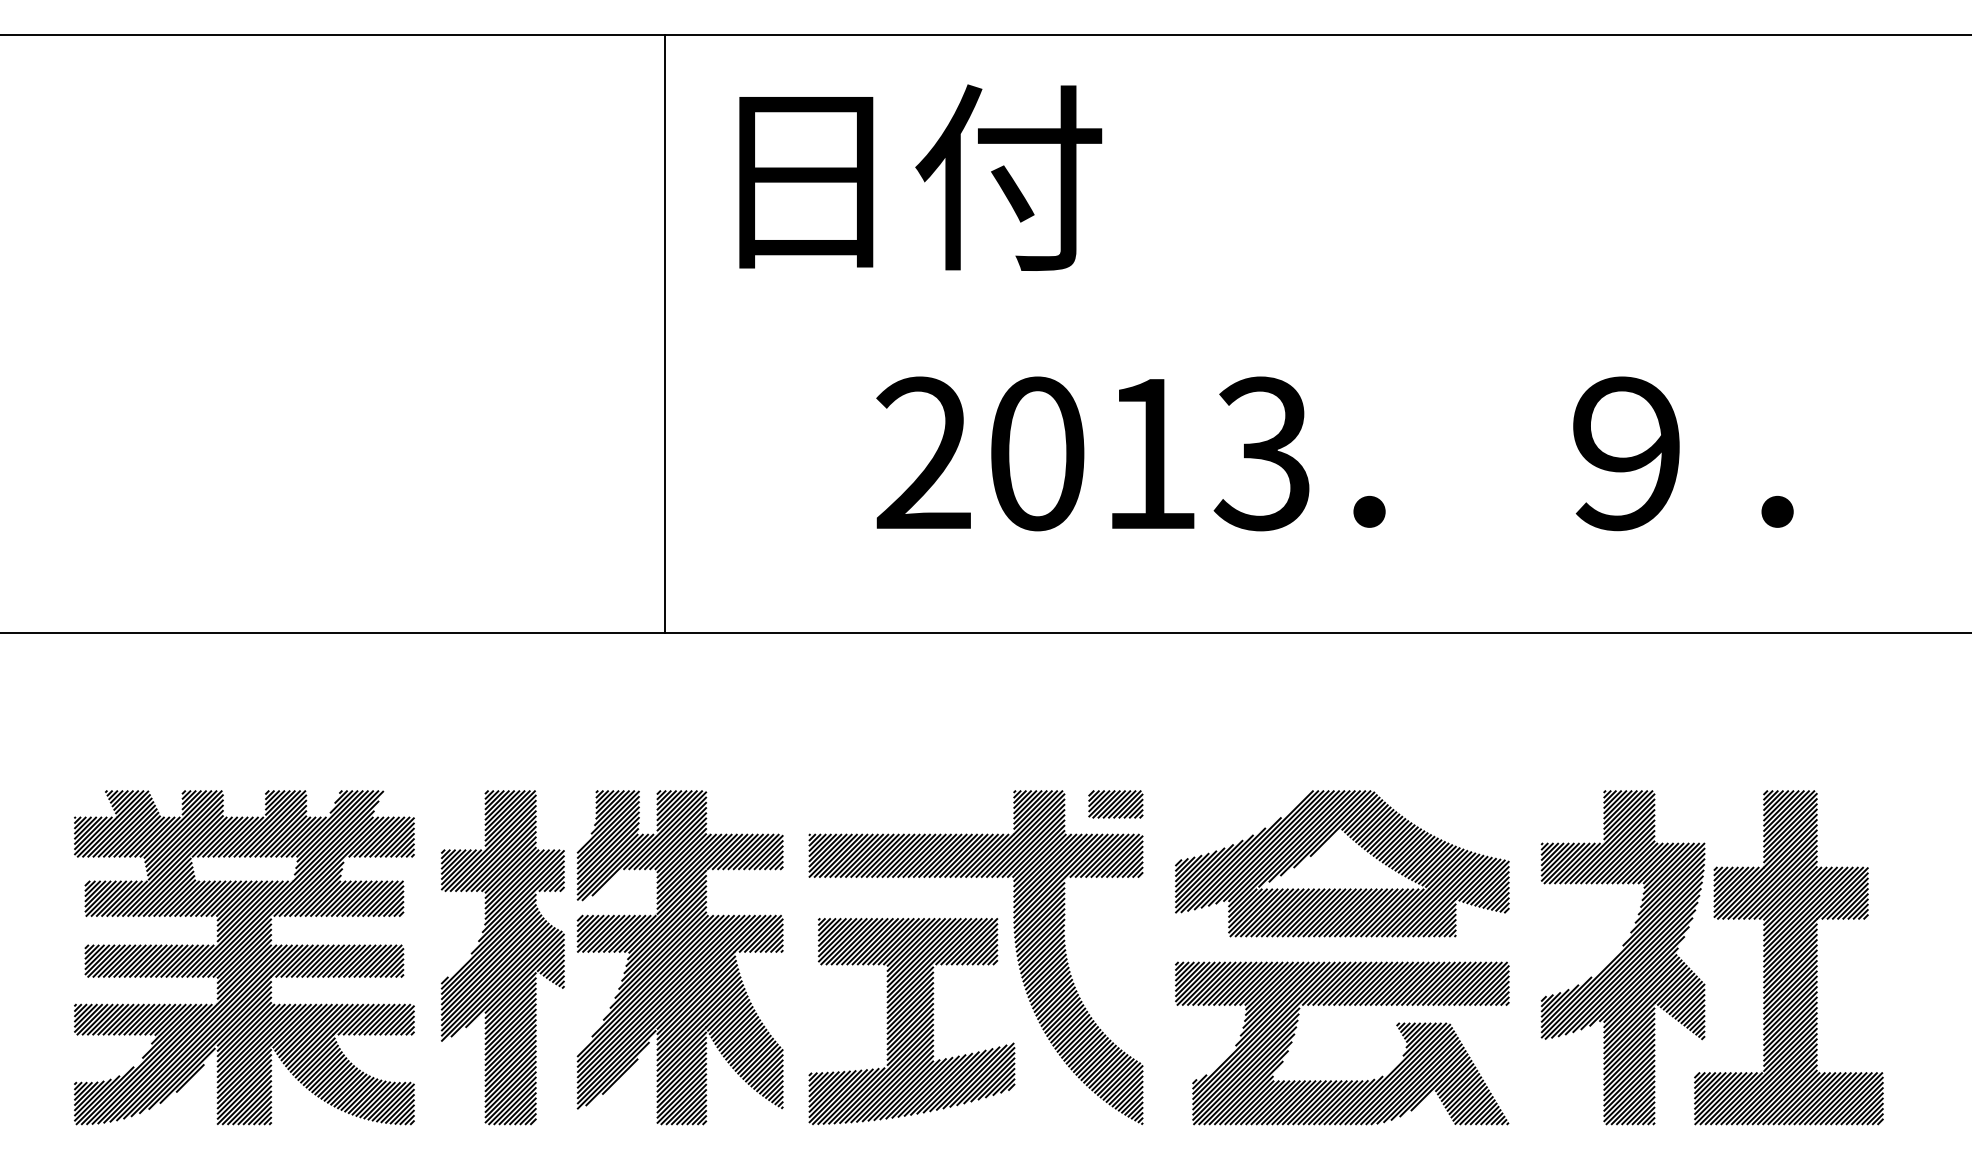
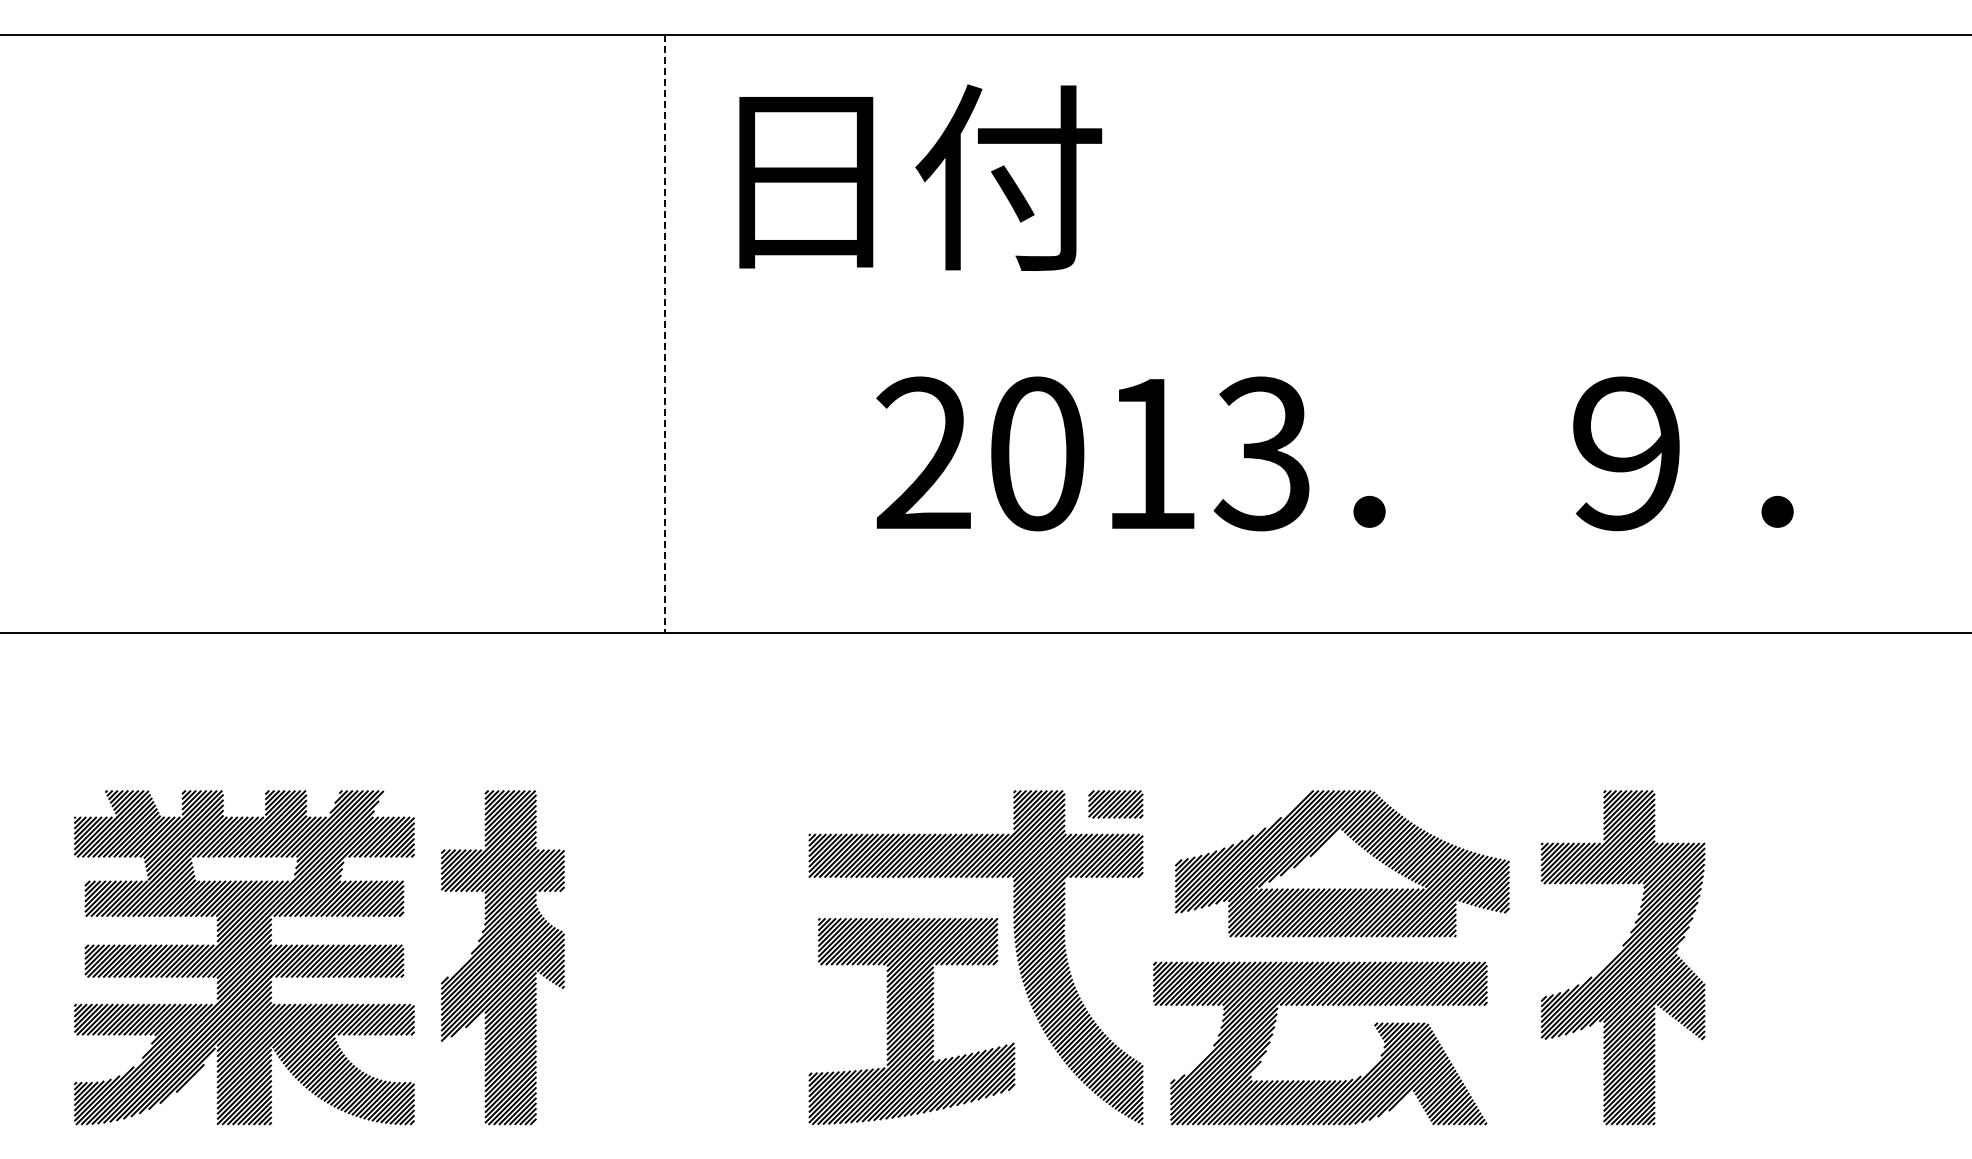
line at (664, 334): solid -> dashed
part at (679, 957): present -> none
part at (1788, 957): present -> none
part at (1341, 1080) position: (1341, 1080) -> (1319, 1080)
